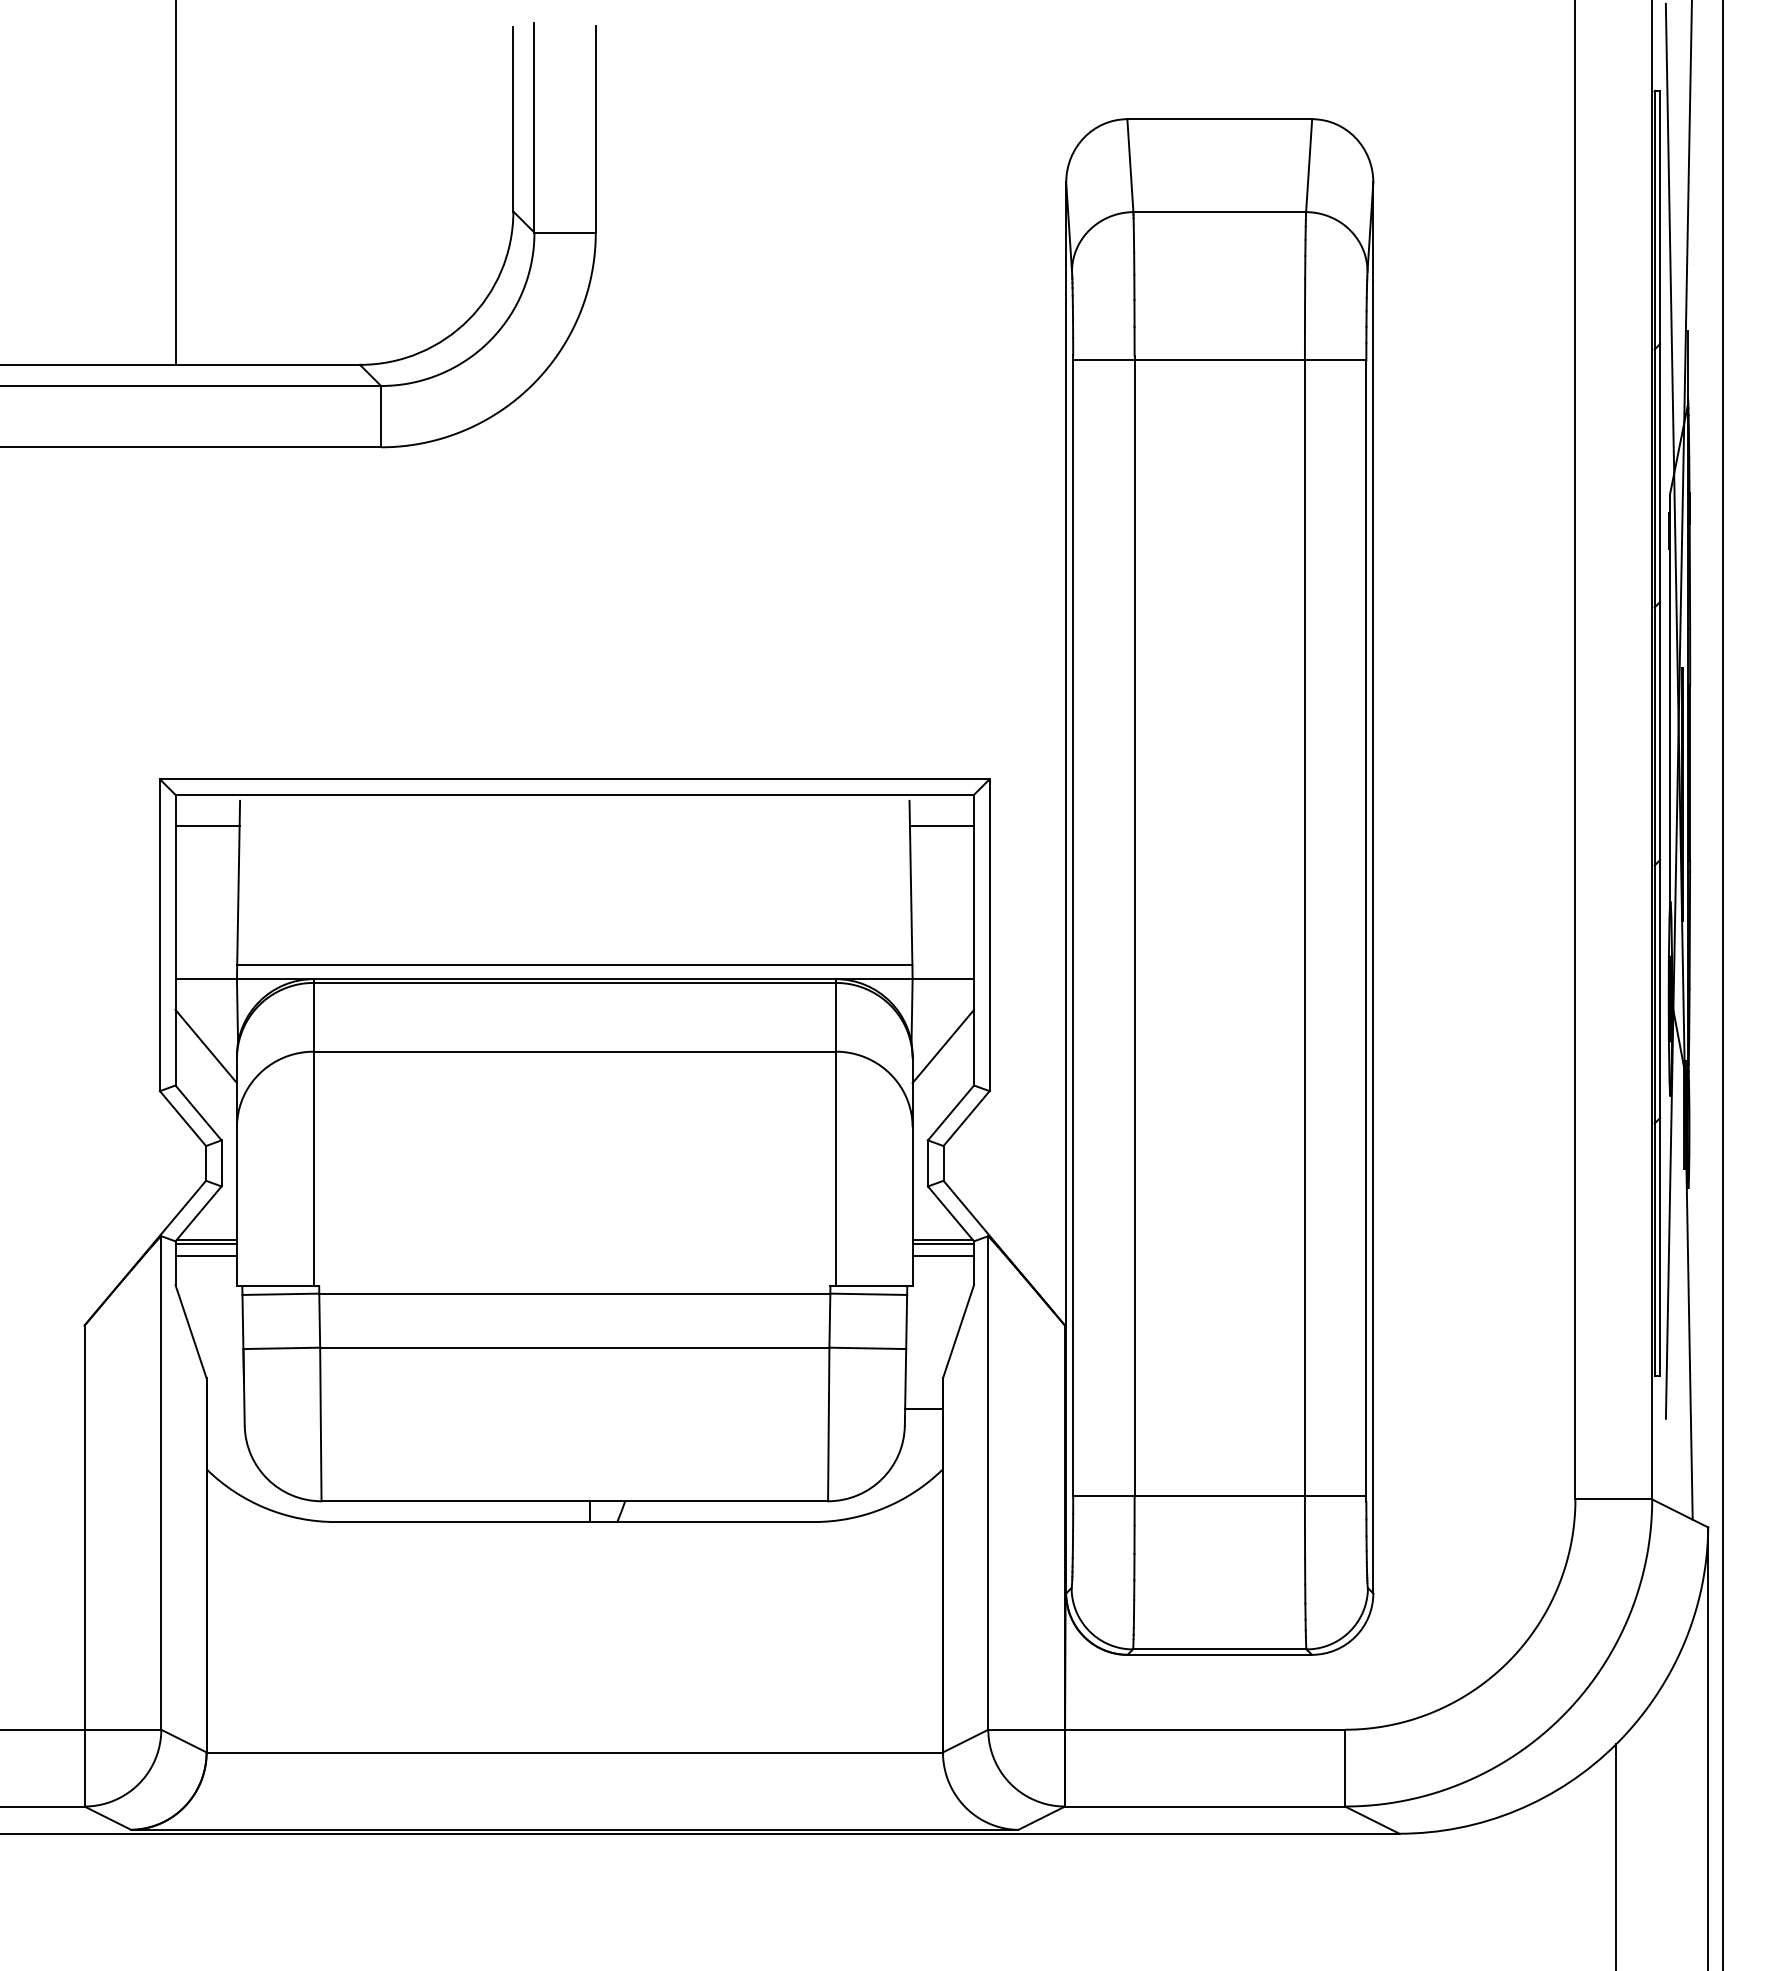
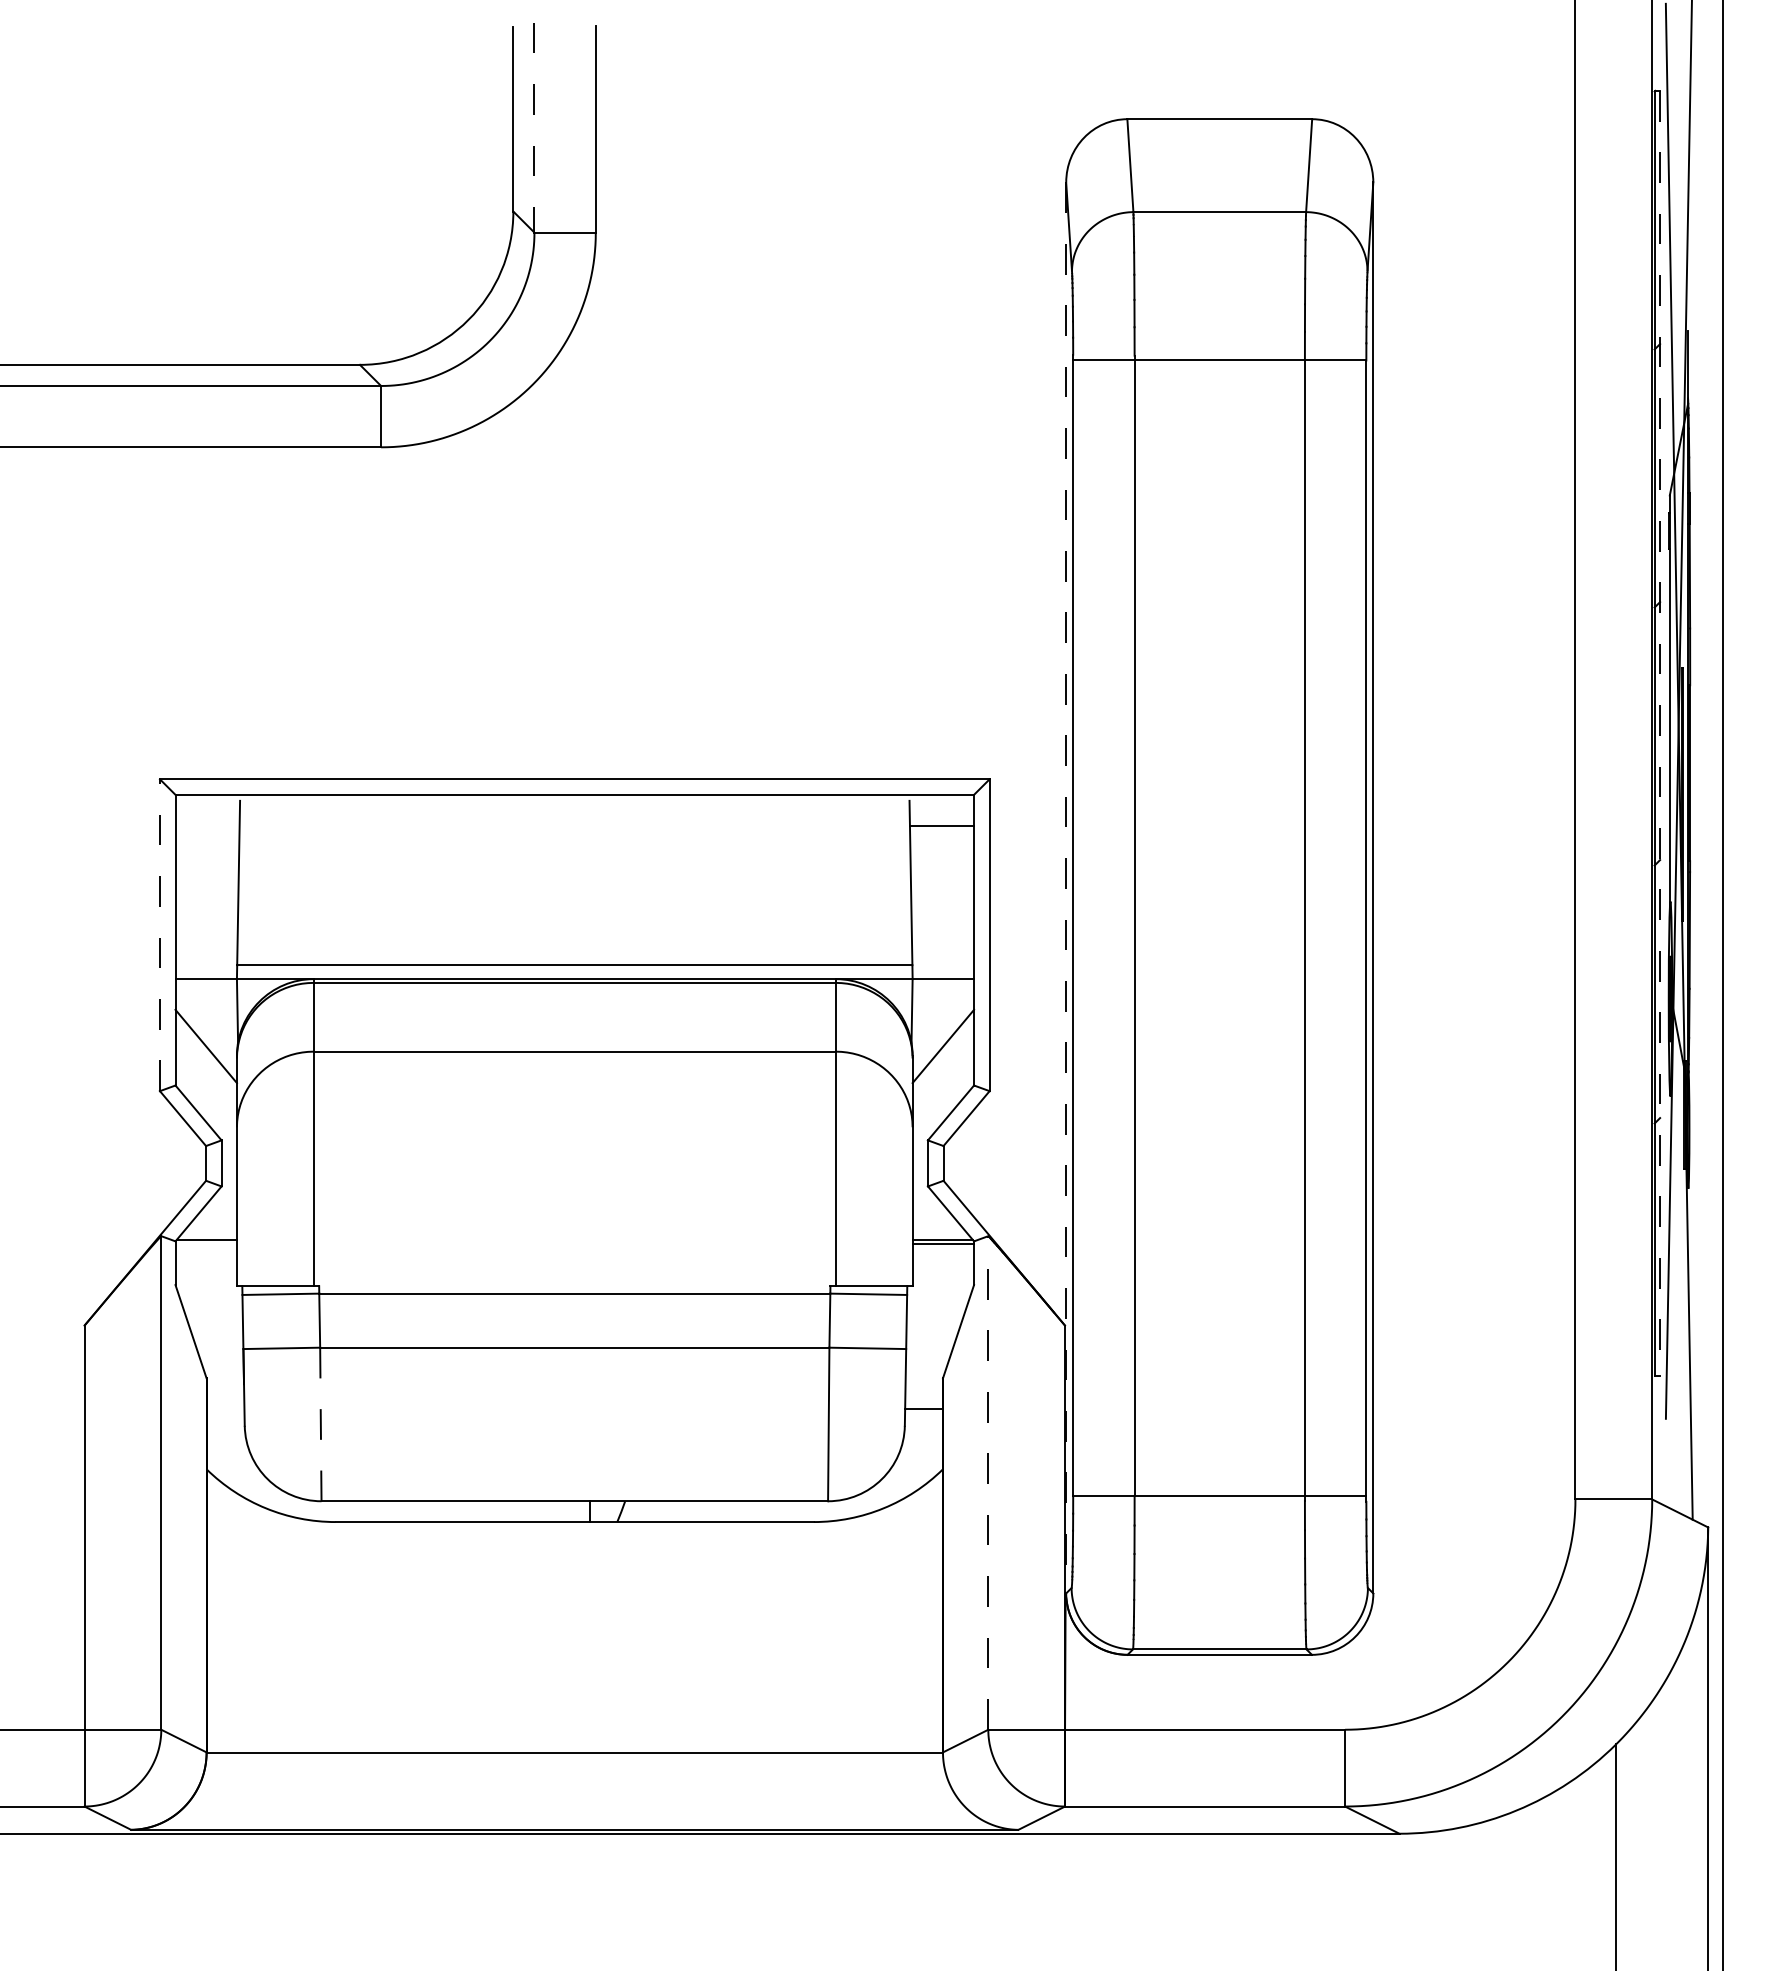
line at (534, 127): solid -> dashed
line at (175, 183): present -> none
line at (1660, 733): solid -> dashed
line at (207, 825): present -> none
line at (1066, 888): solid -> dashed
line at (159, 935): solid -> dashed
line at (205, 1243): present -> none
line at (205, 1255): present -> none
line at (943, 1255): present -> none
line at (320, 1424): solid -> dashed
line at (988, 1482): solid -> dashed
